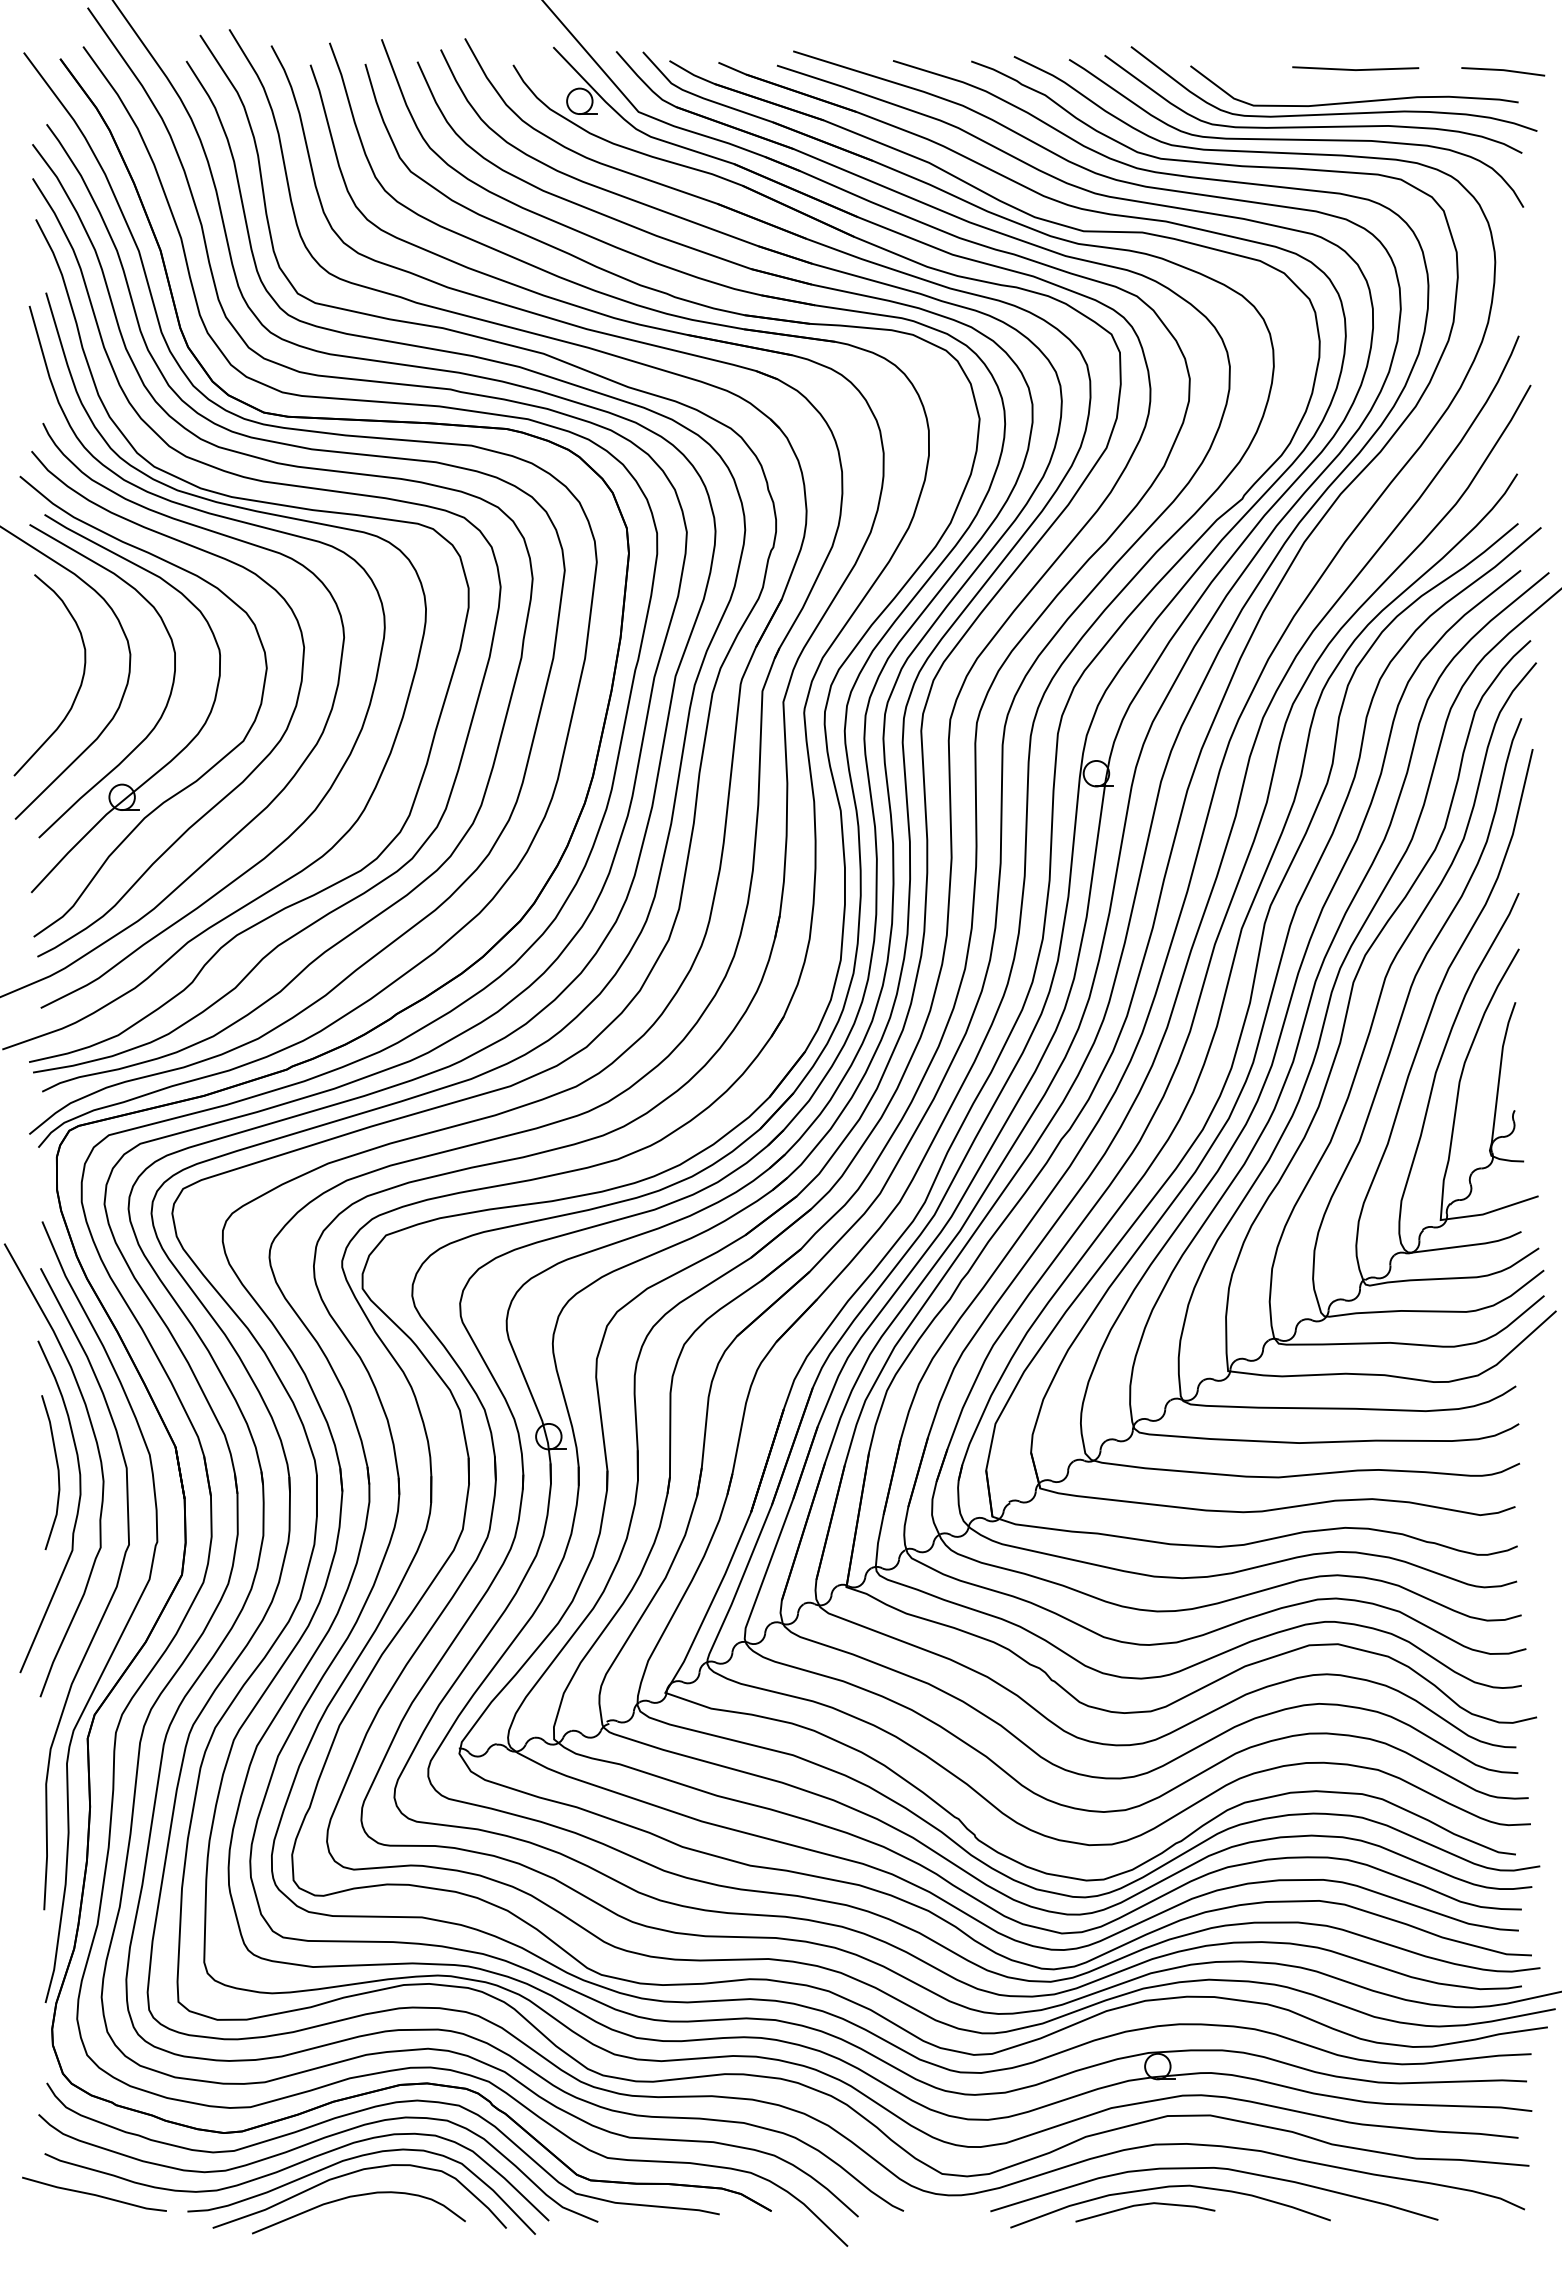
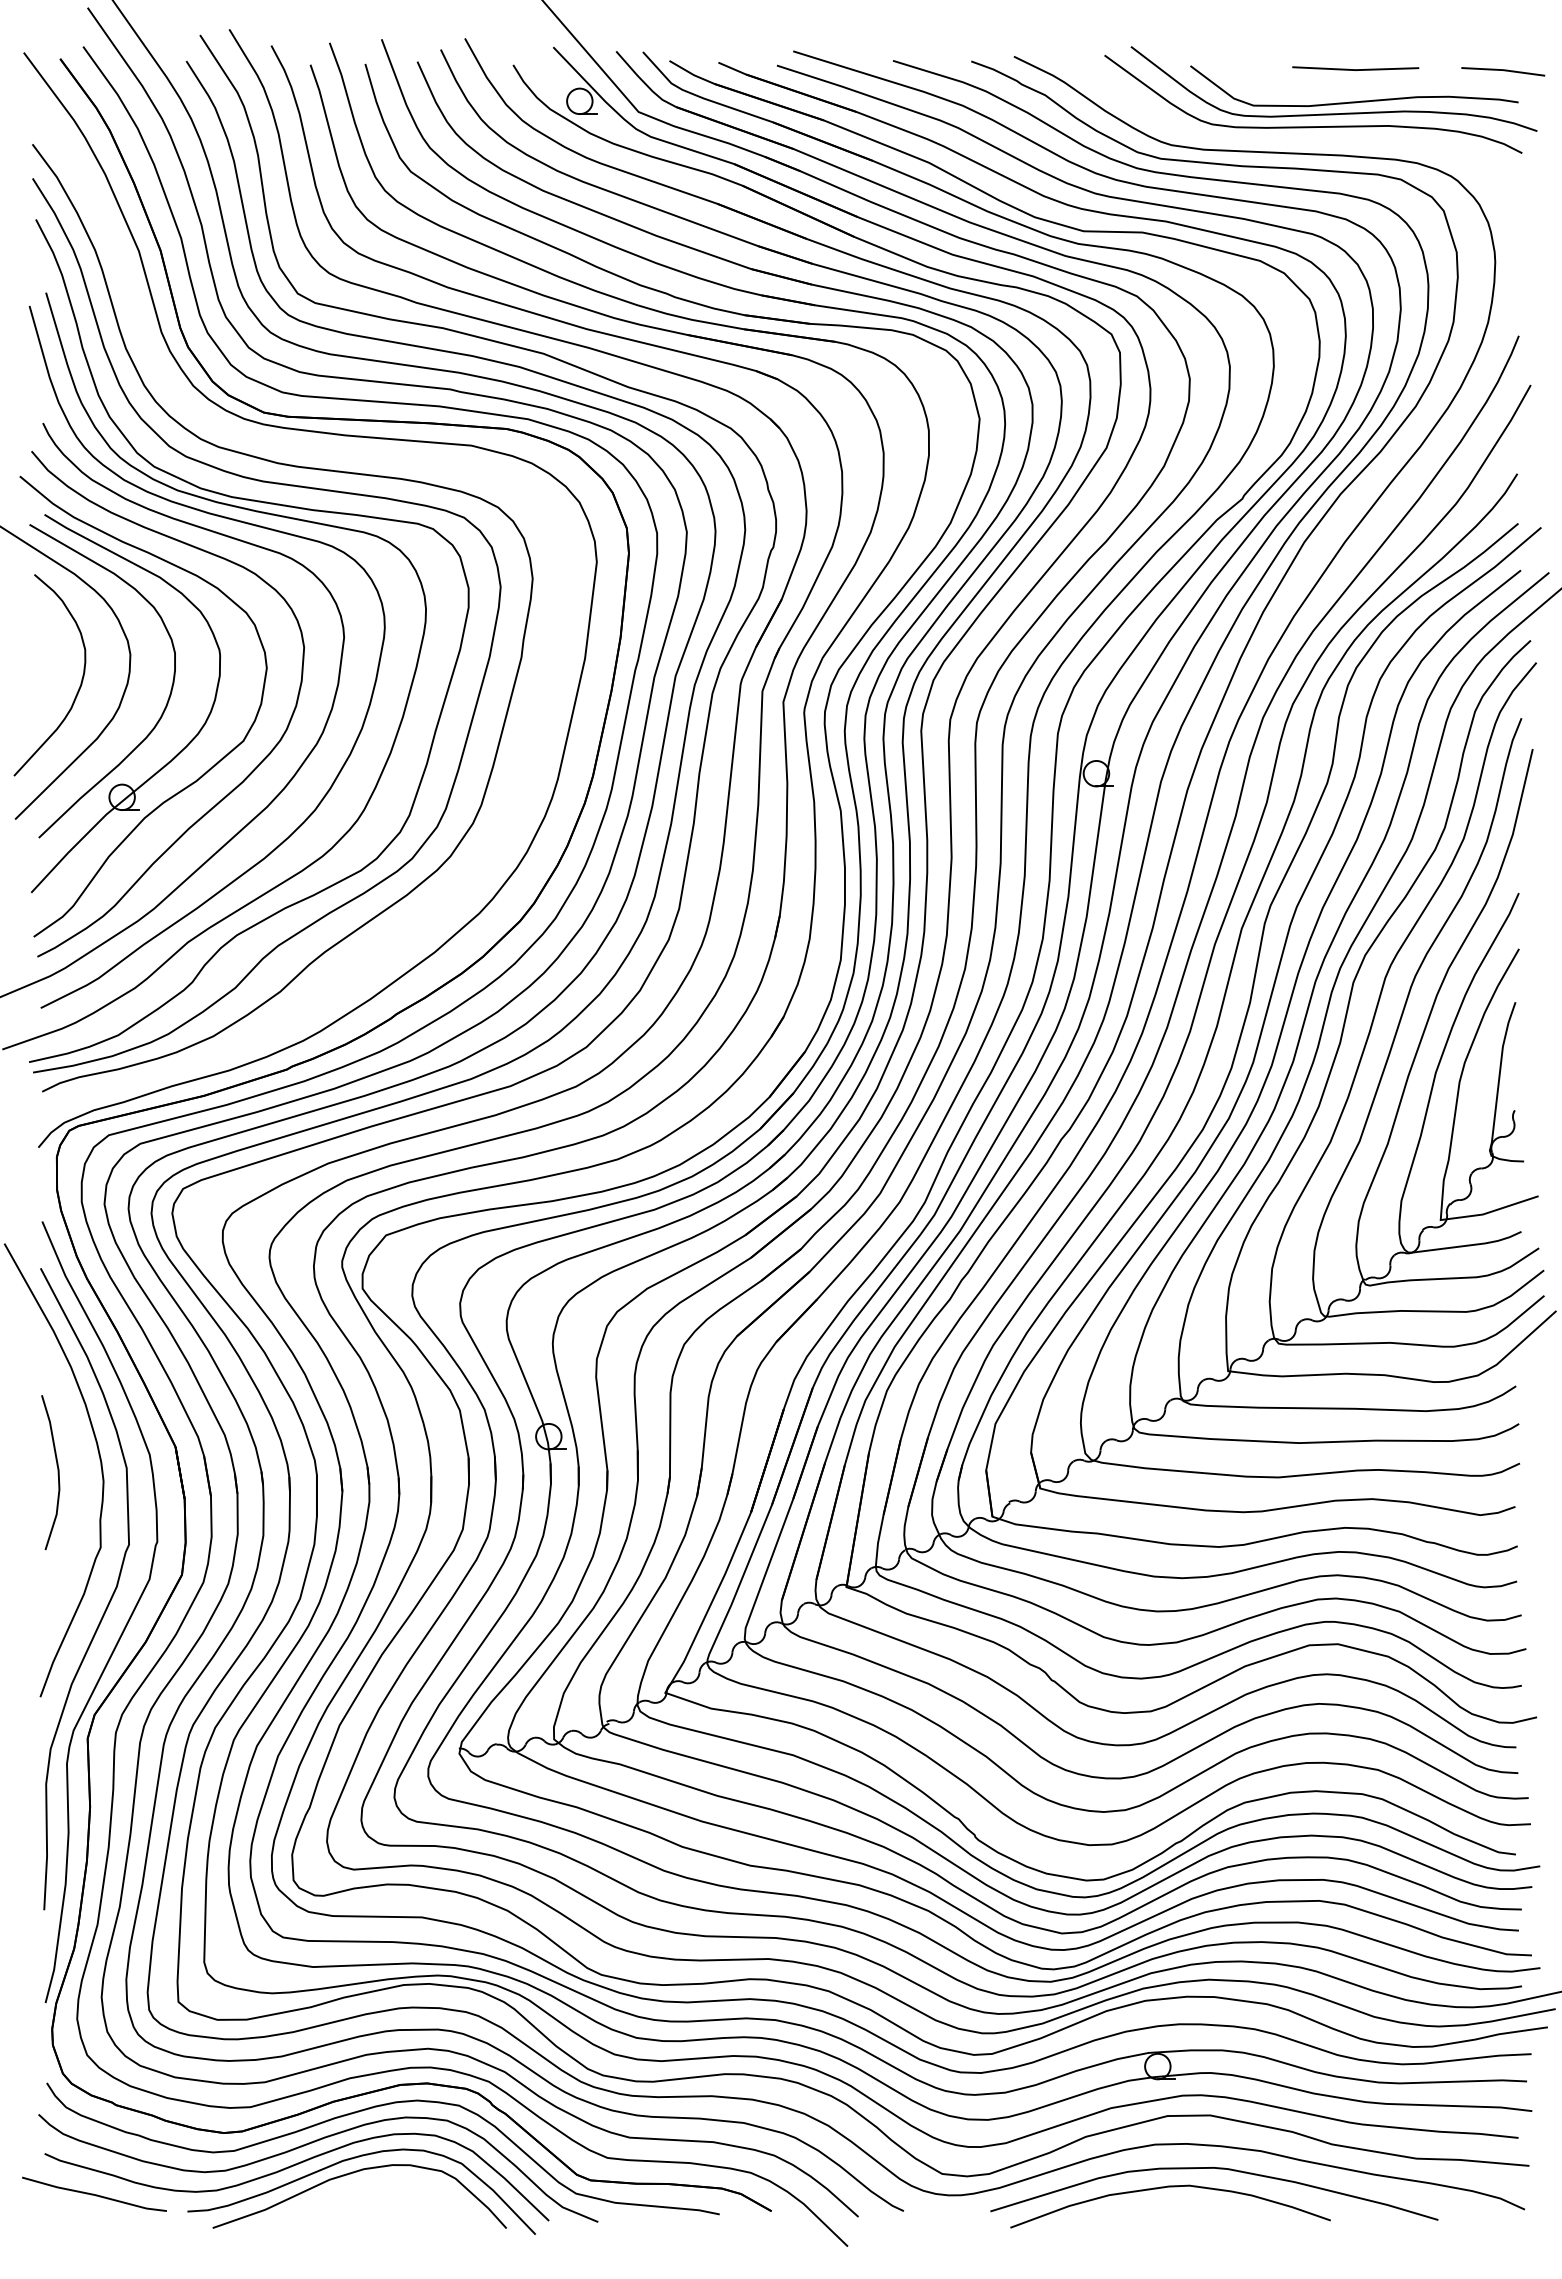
curve at (1296, 138): present -> none
curve at (320, 451): present -> none
curve at (76, 1512): present -> none
curve at (353, 2197): present -> none
line at (1145, 2205): present -> none
